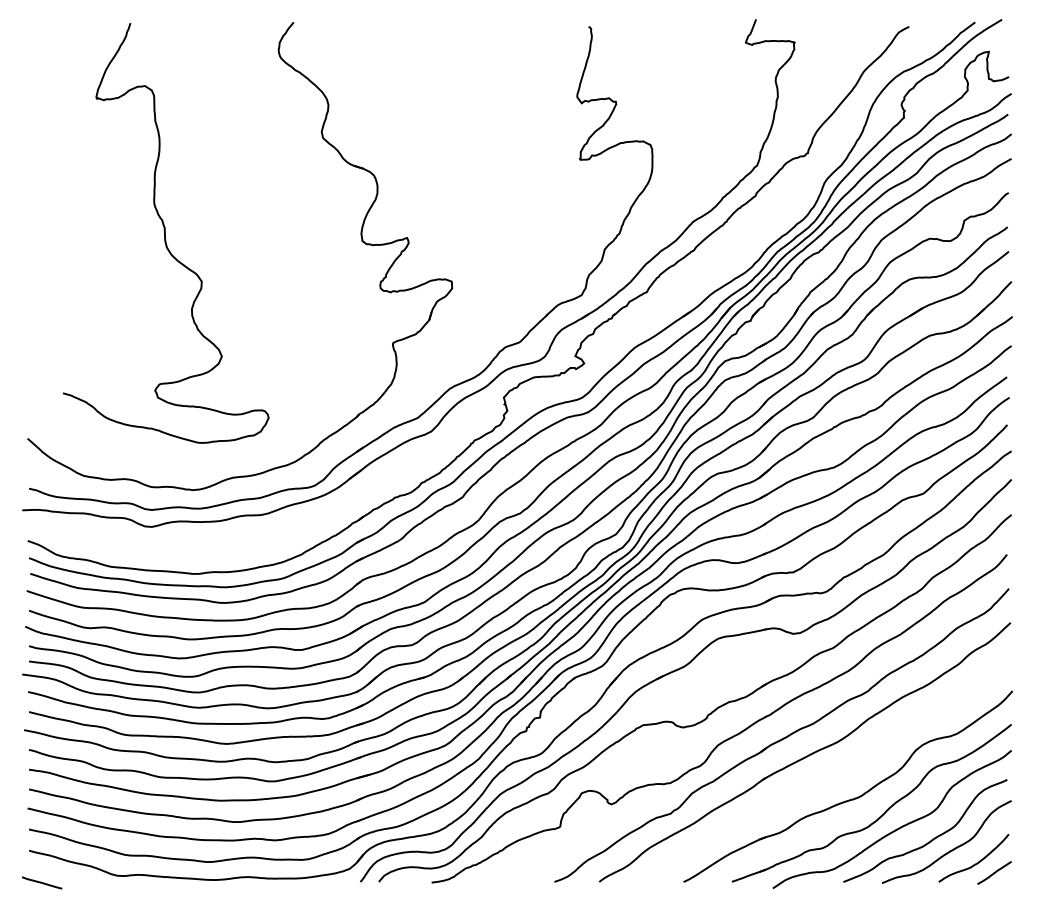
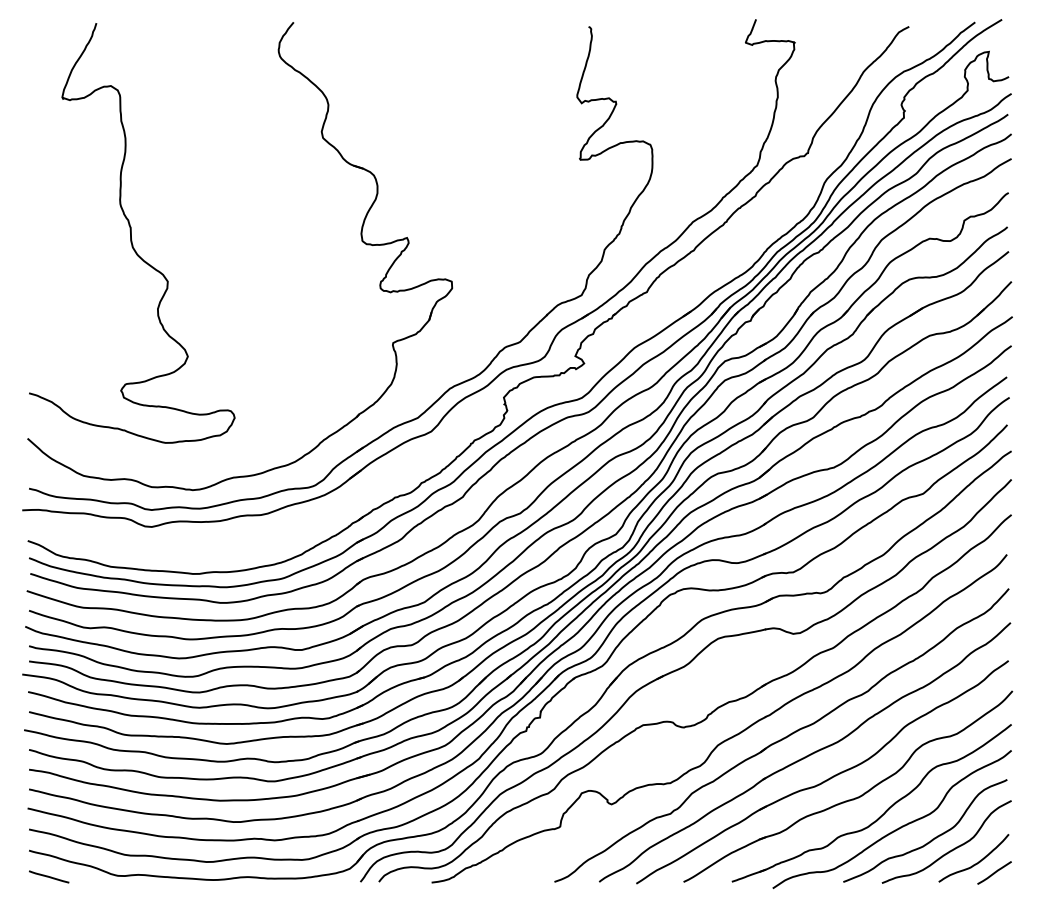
curve at (165, 233) position: (165, 233) -> (131, 233)
part at (826, 779): none -> present
line at (42, 882) position: (42, 882) -> (49, 876)
